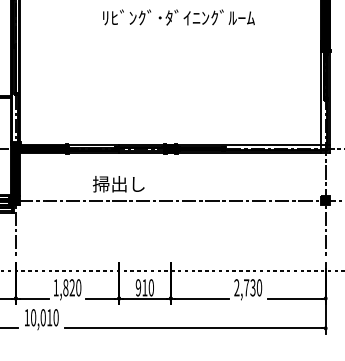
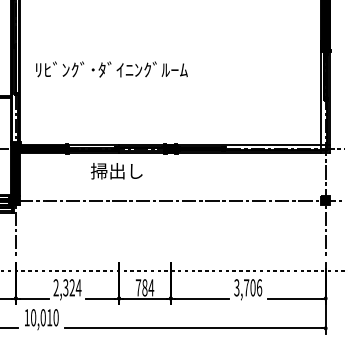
text at (178, 17) position: (178, 17) -> (111, 69)
text at (118, 184) position: (118, 184) -> (116, 171)
text at (67, 287): 1,820 -> 2,324
text at (144, 287): 910 -> 784
text at (248, 287): 2,730 -> 3,706
